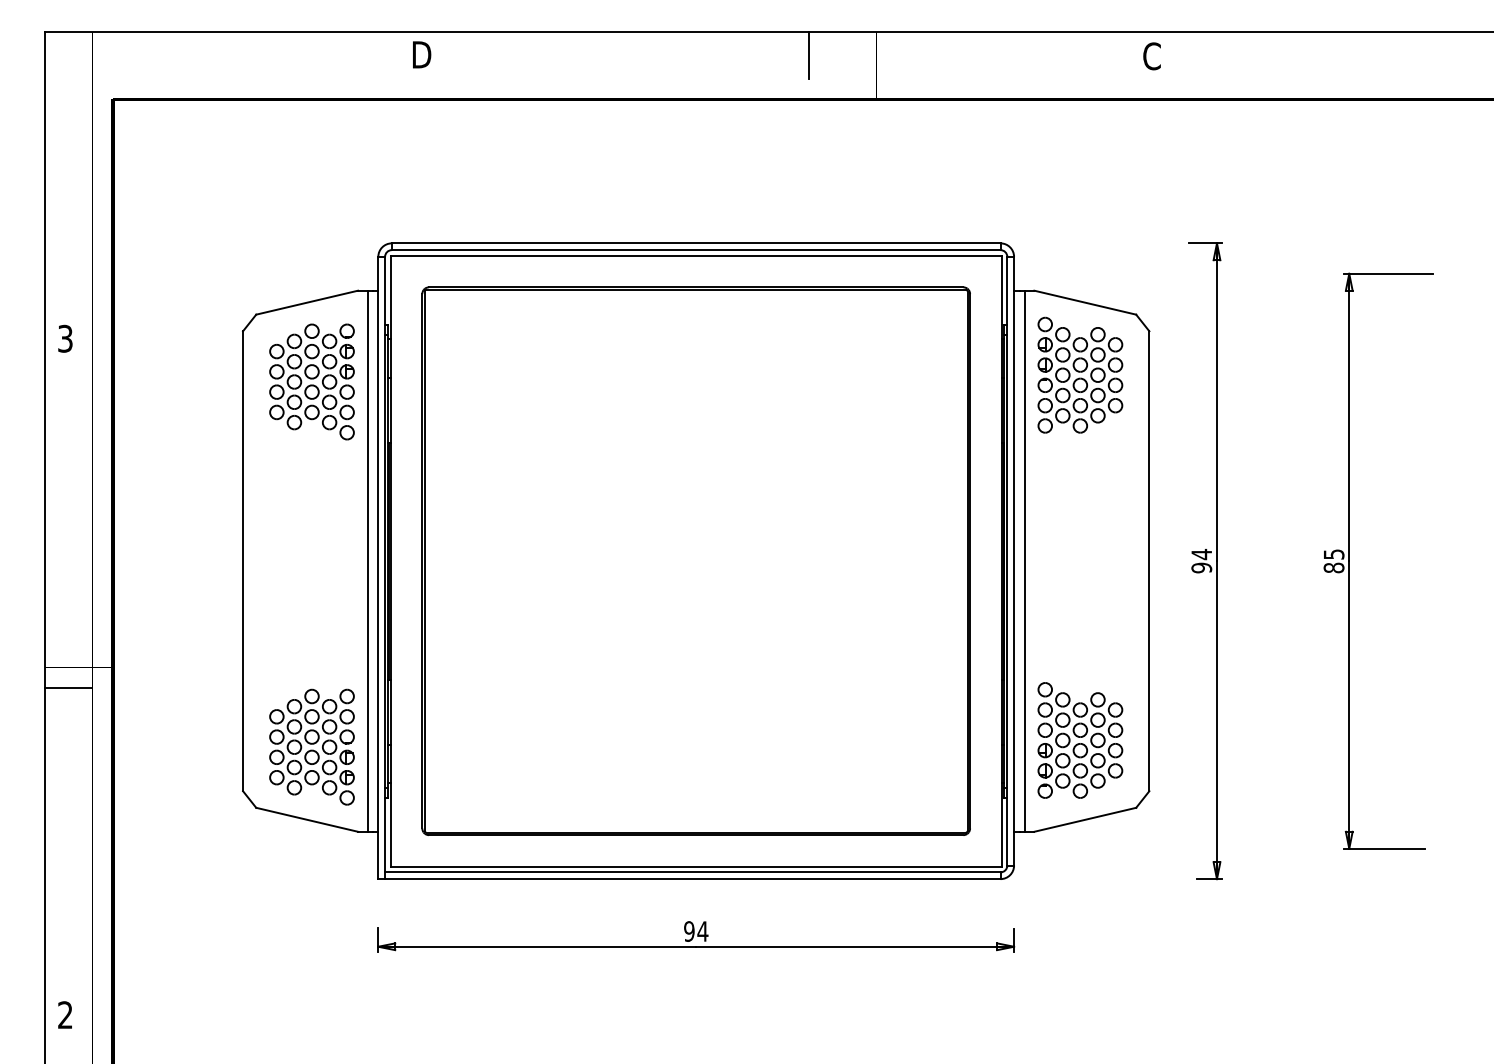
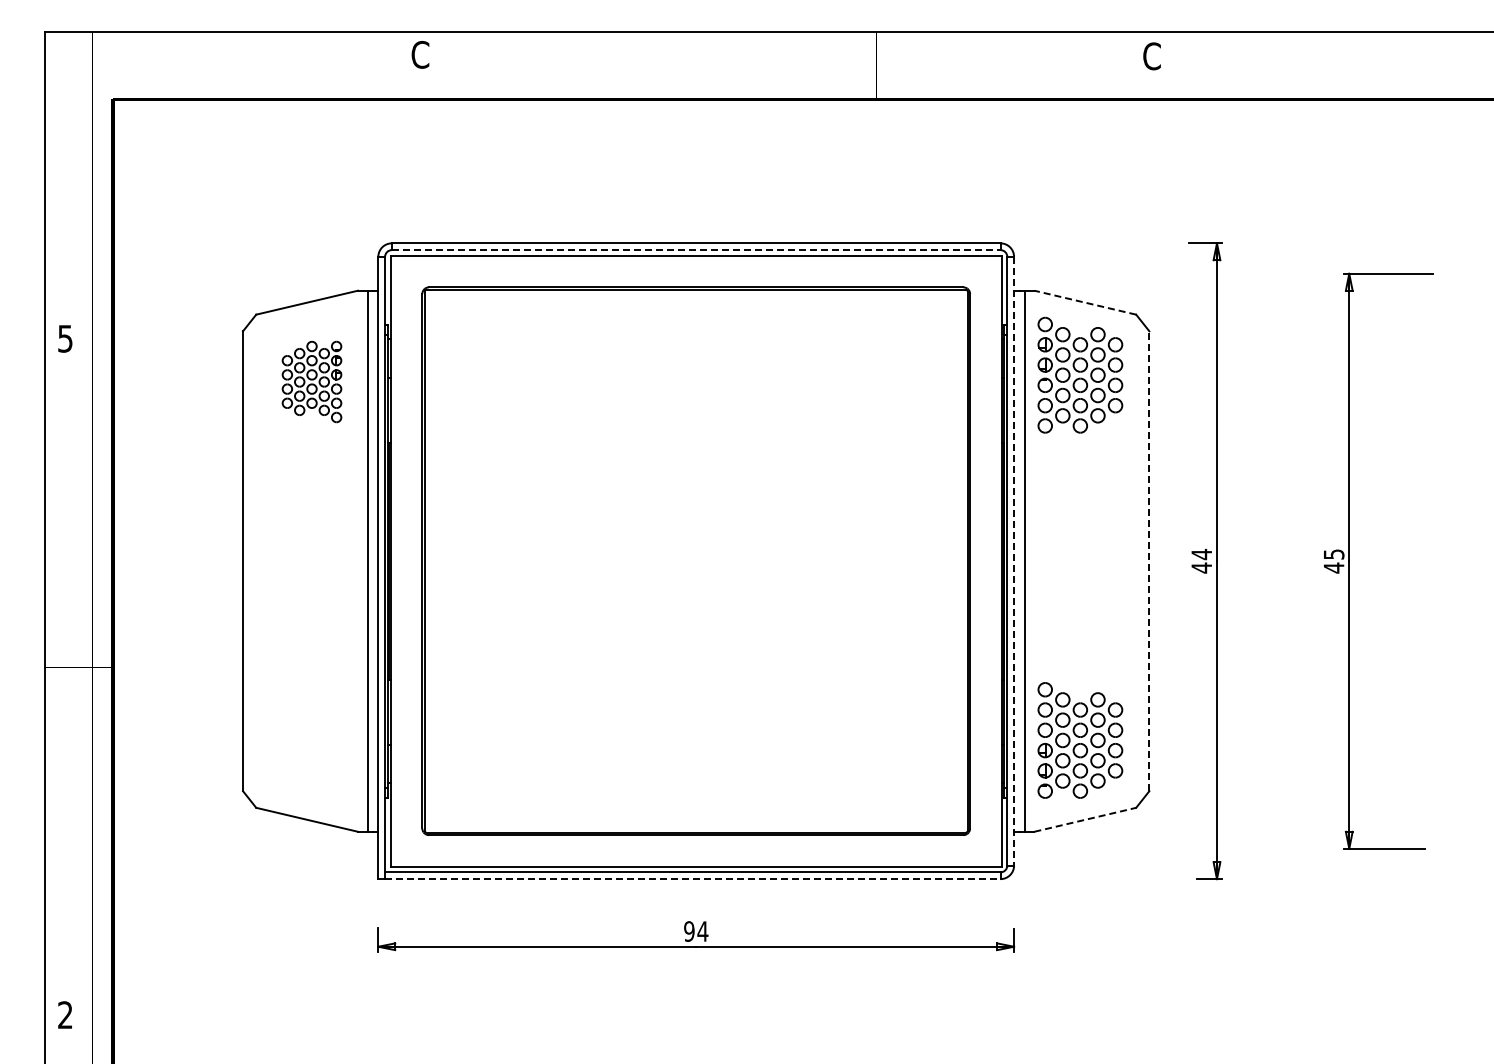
text at (421, 54): D -> C
line at (809, 55): present -> none
line at (696, 250): solid -> dashed
line at (1084, 302): solid -> dashed
text at (65, 338): 3 -> 5
part at (311, 381) size: 86x118 px -> 62x84 px
line at (1014, 561): solid -> dashed
line at (1149, 561): solid -> dashed
text at (1201, 567): 94 -> 44
text at (1333, 567): 85 -> 45
line at (68, 688): present -> none
part at (311, 746): present -> none
line at (1085, 819): solid -> dashed
line at (692, 879): solid -> dashed
